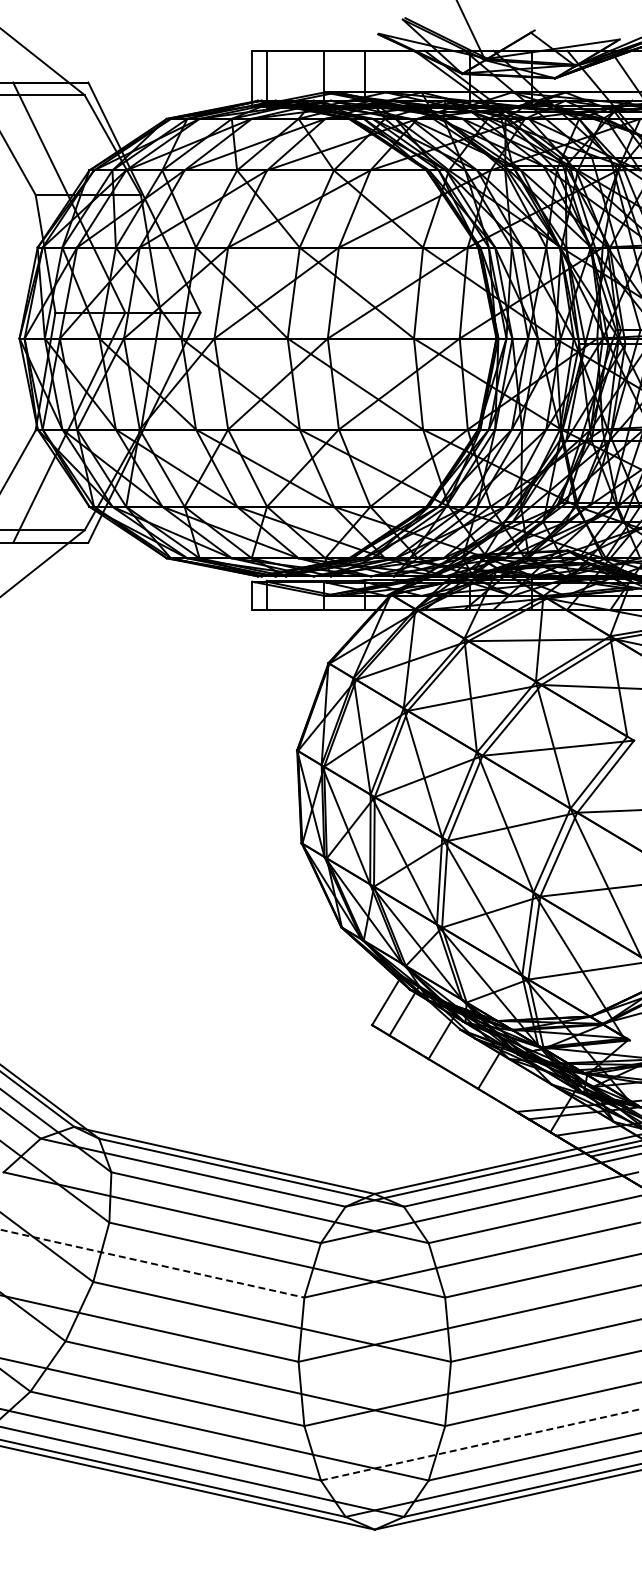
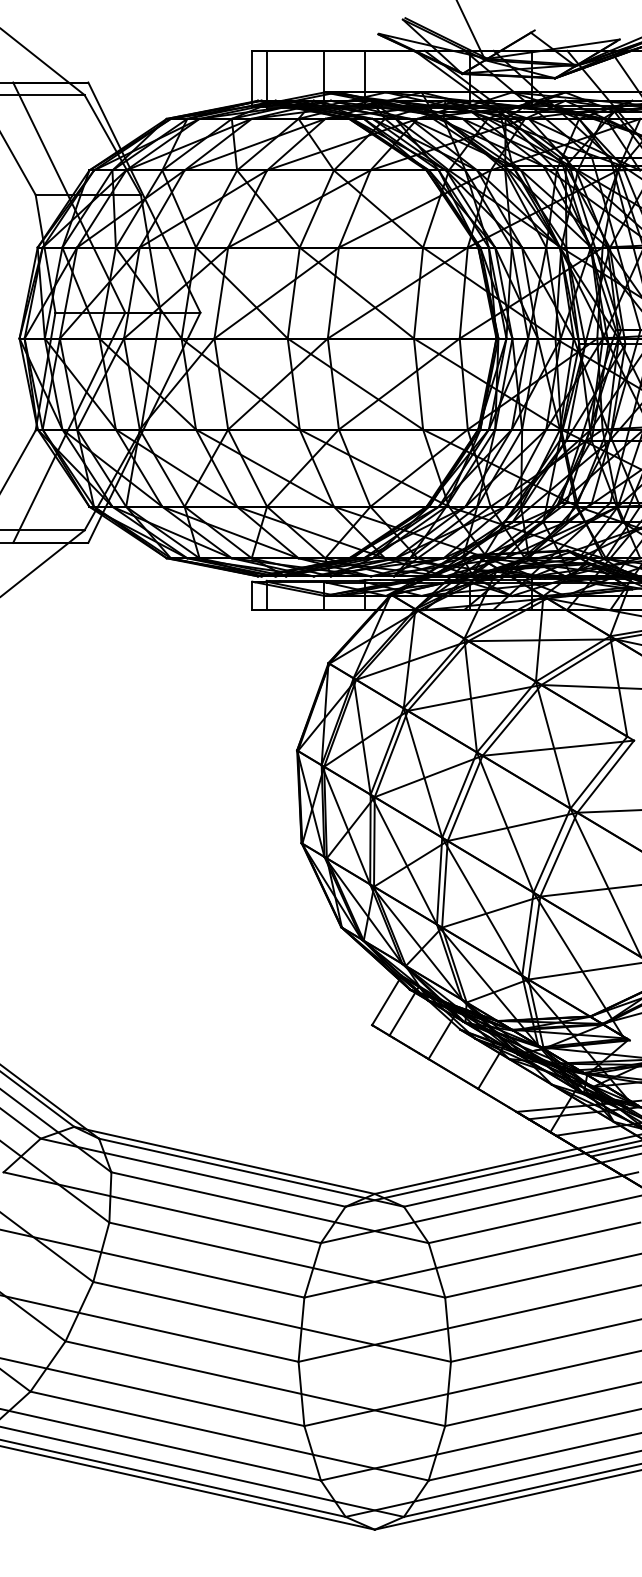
line at (152, 1263): dashed -> solid
line at (481, 1444): dashed -> solid
